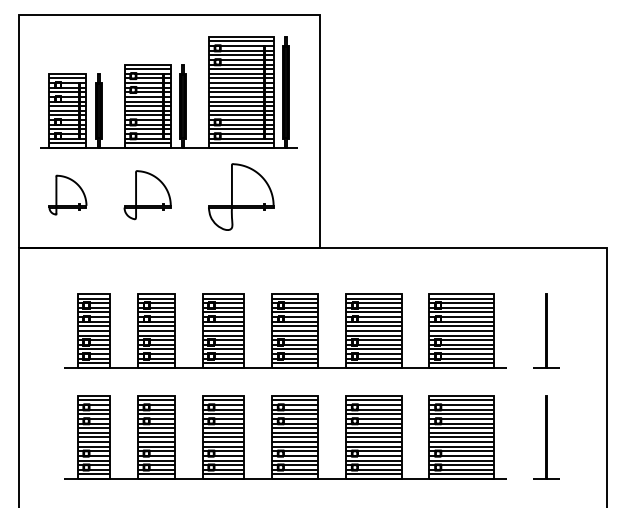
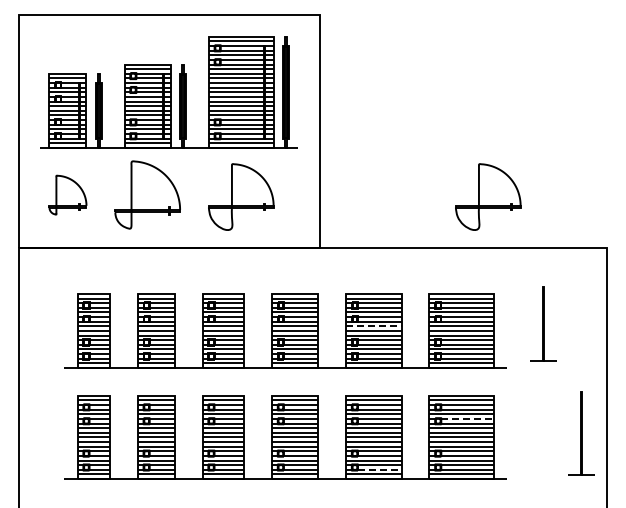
part at (147, 195) size: 49x51 px -> 67x70 px
part at (488, 196): none -> present
line at (373, 326): solid -> dashed
part at (546, 330) position: (546, 330) -> (543, 323)
line at (468, 418): solid -> dashed
part at (546, 437) position: (546, 437) -> (581, 433)
line at (379, 469): solid -> dashed
